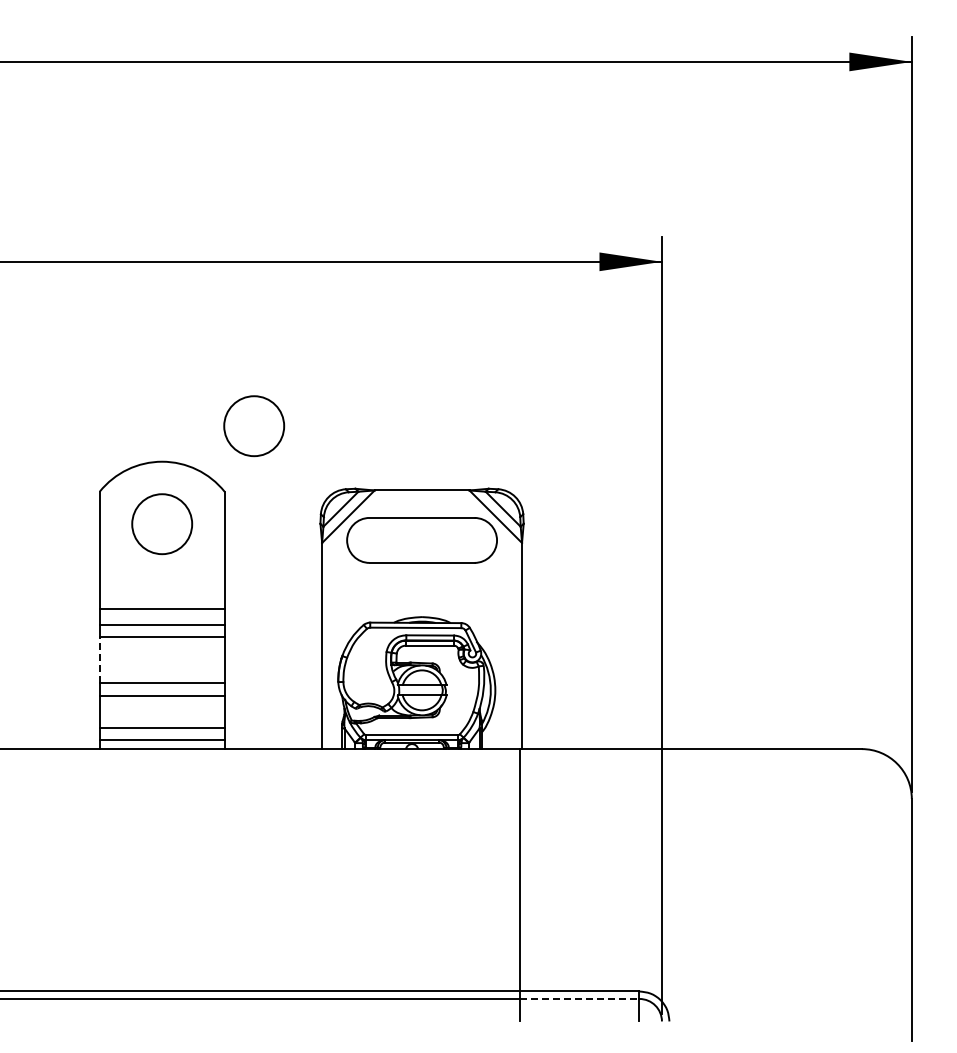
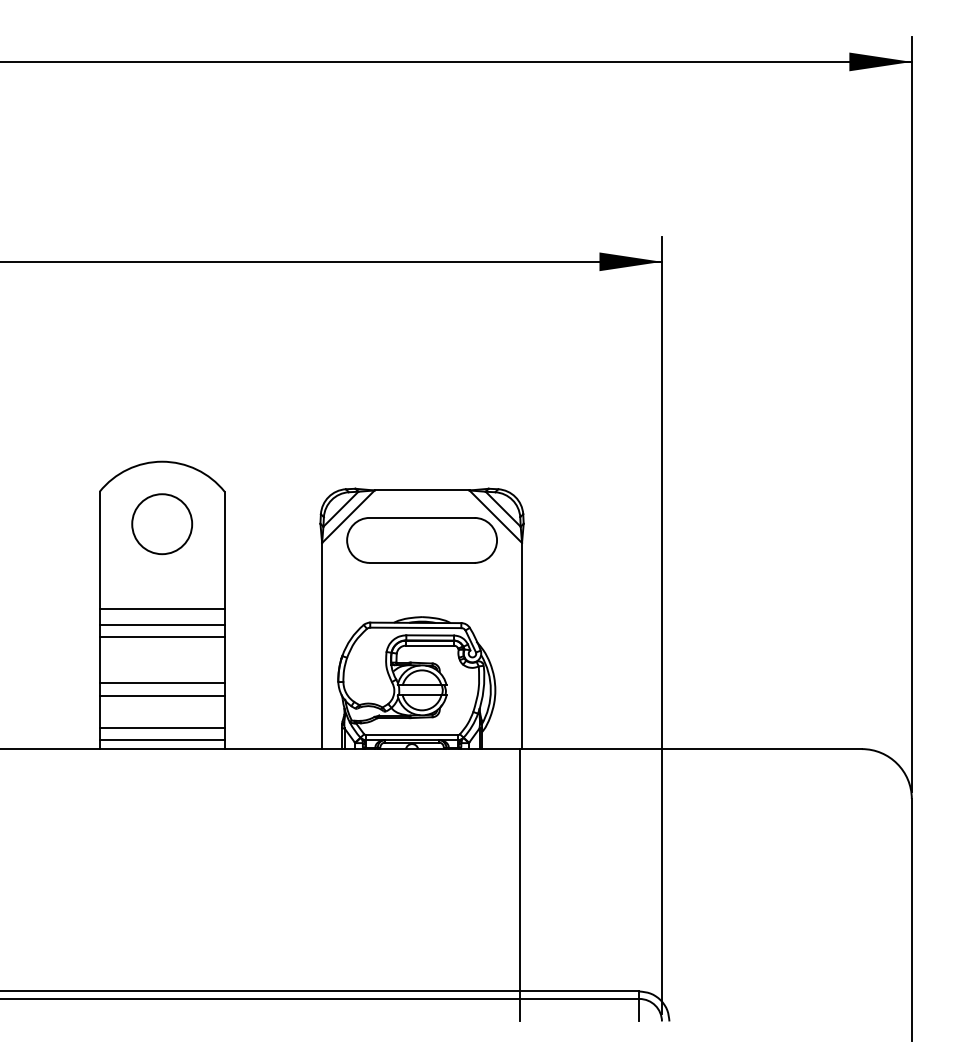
circle at (254, 426): present -> none
line at (99, 660): dashed -> solid
line at (579, 998): dashed -> solid
